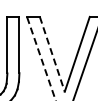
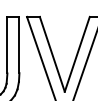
line at (52, 54): dashed -> solid
line at (41, 58): dashed -> solid
